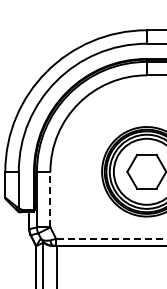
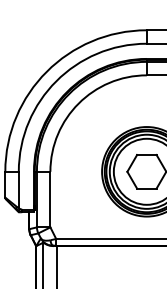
line at (50, 199): dashed -> solid
line at (110, 238): dashed -> solid
